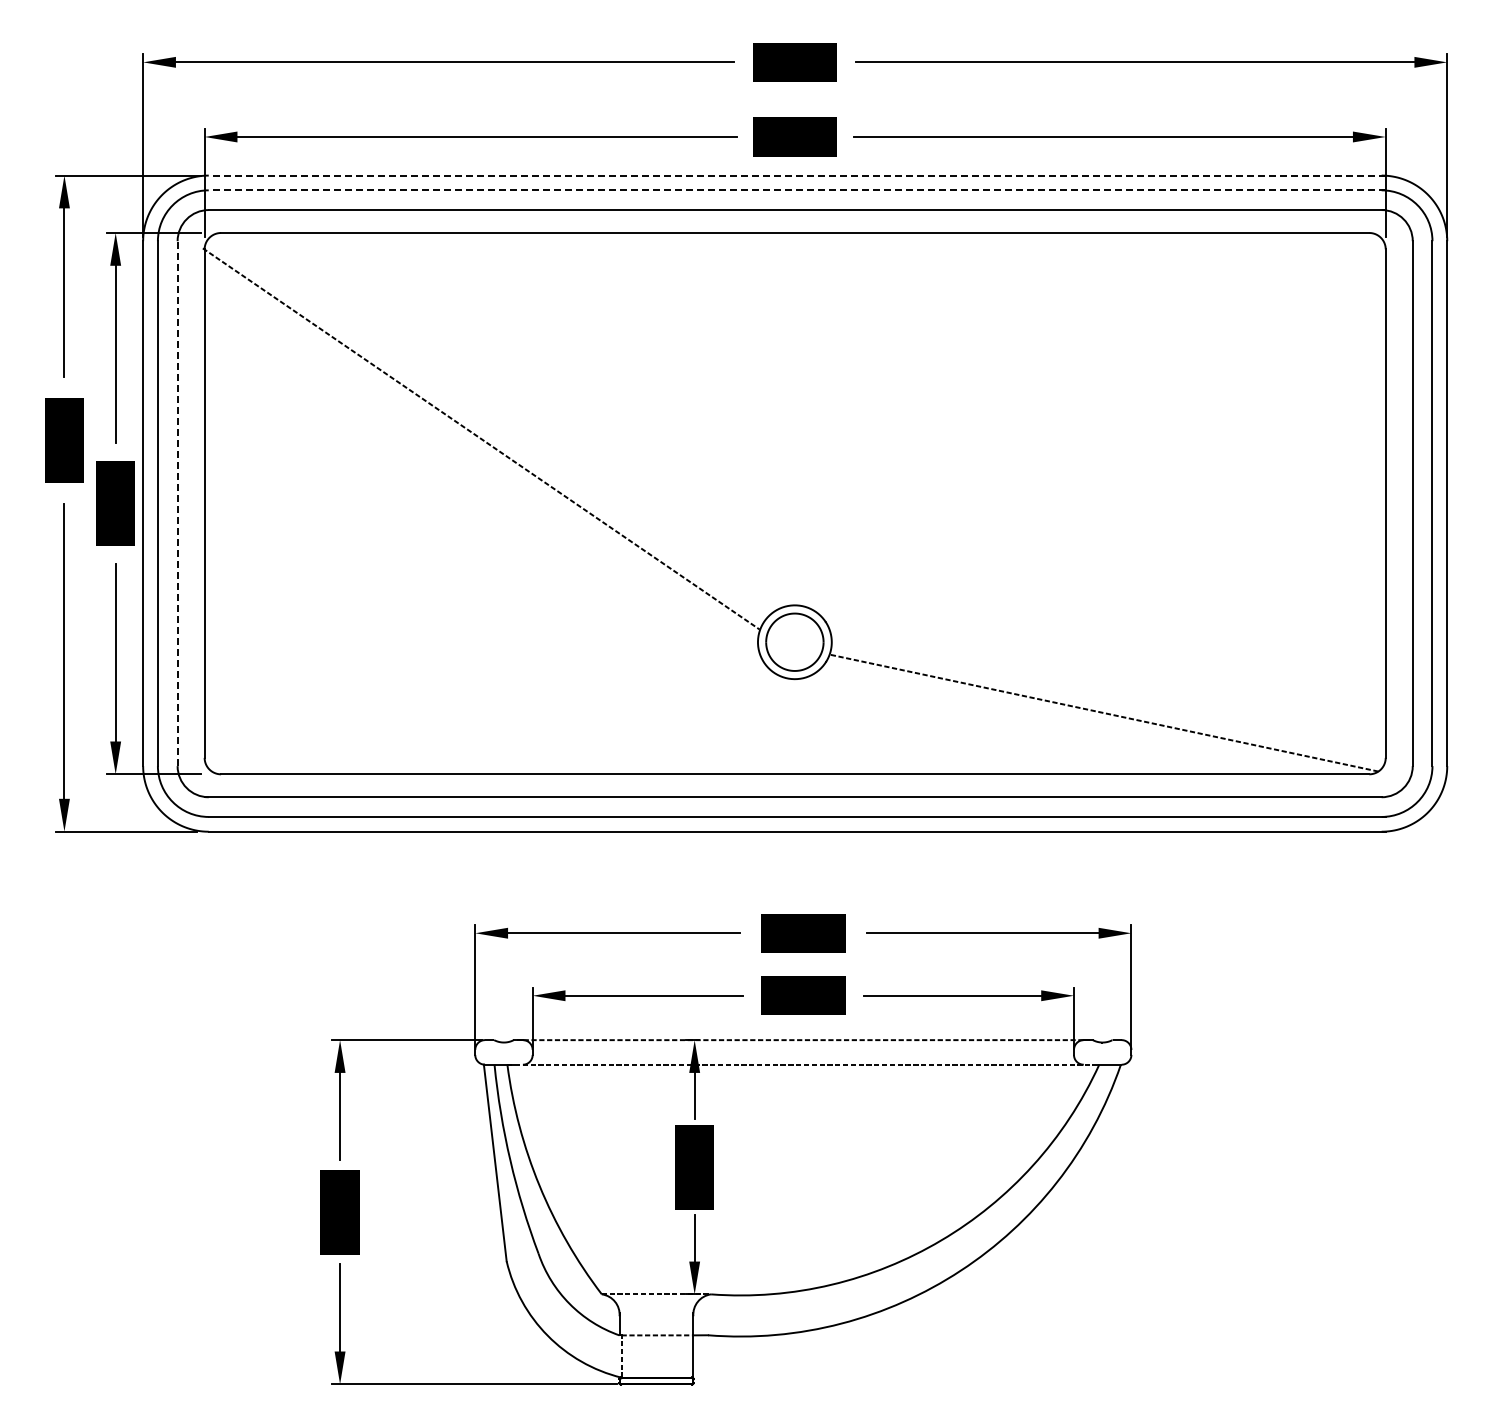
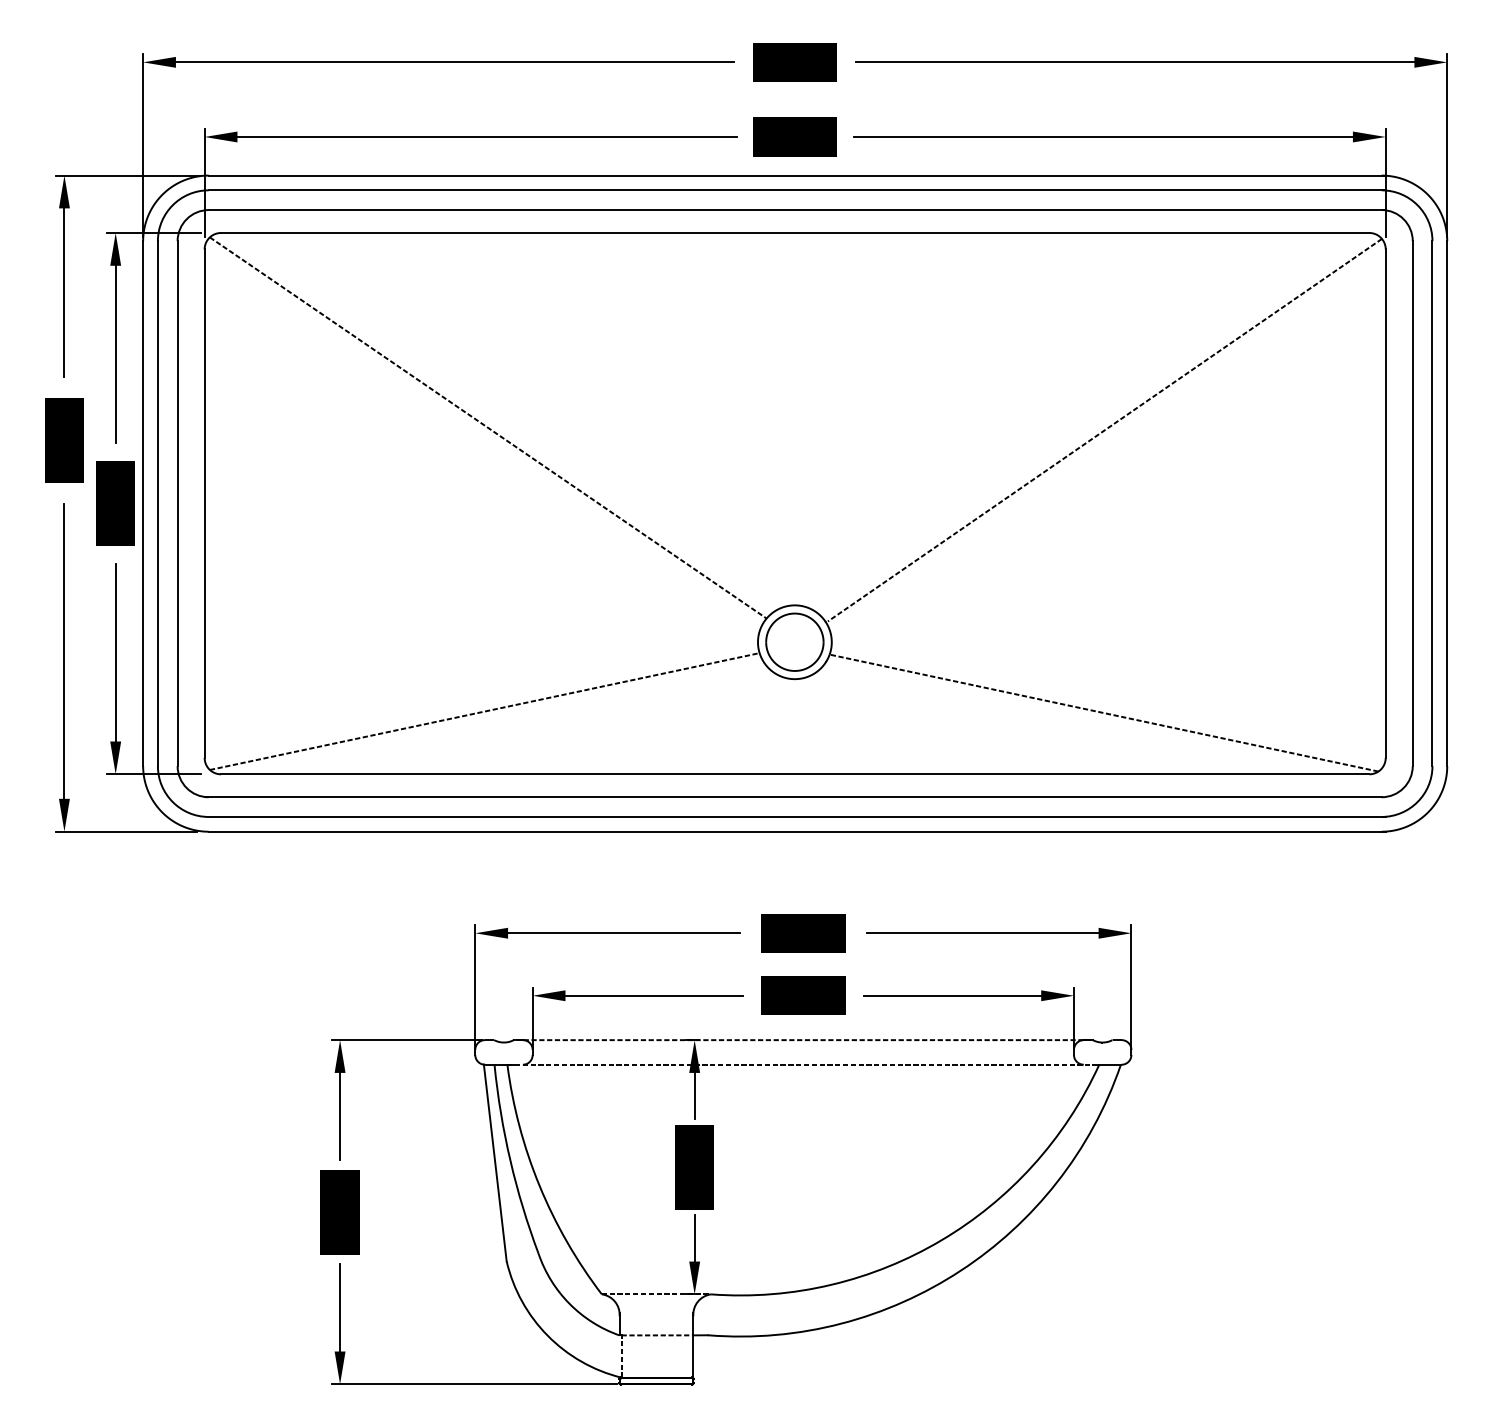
line at (796, 175): dashed -> solid
line at (796, 190): dashed -> solid
line at (1104, 429): none -> present
line at (480, 438) position: (480, 438) -> (487, 427)
line at (177, 503): dashed -> solid
line at (484, 711): none -> present
